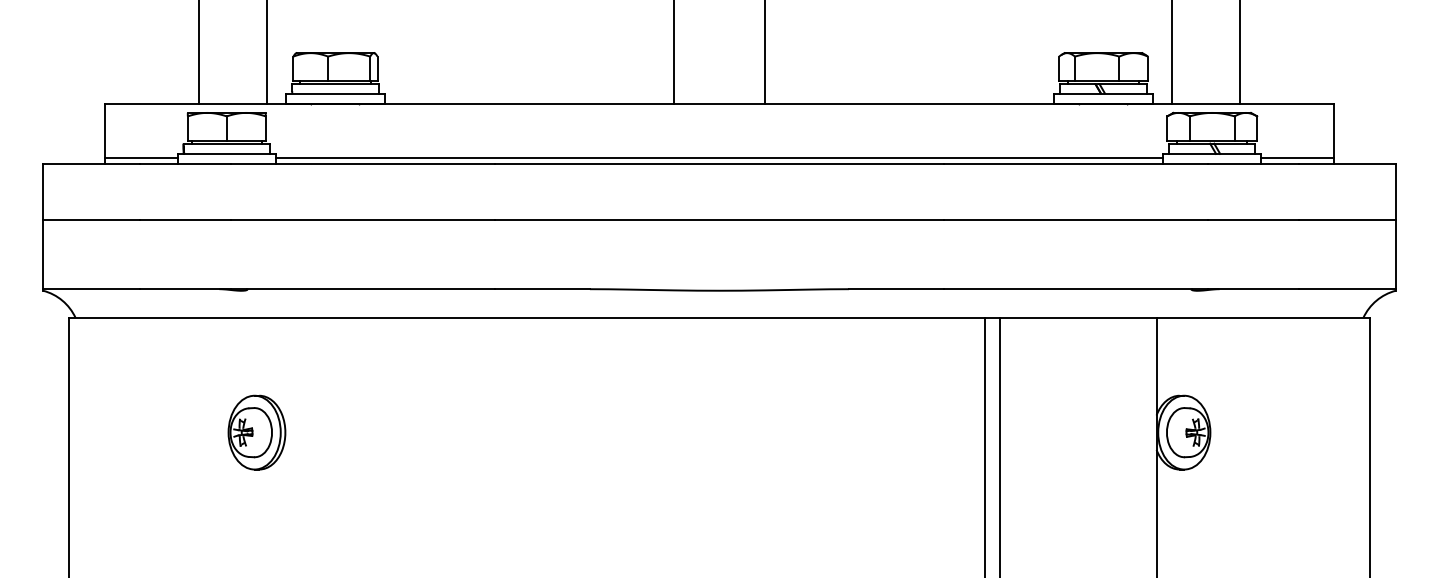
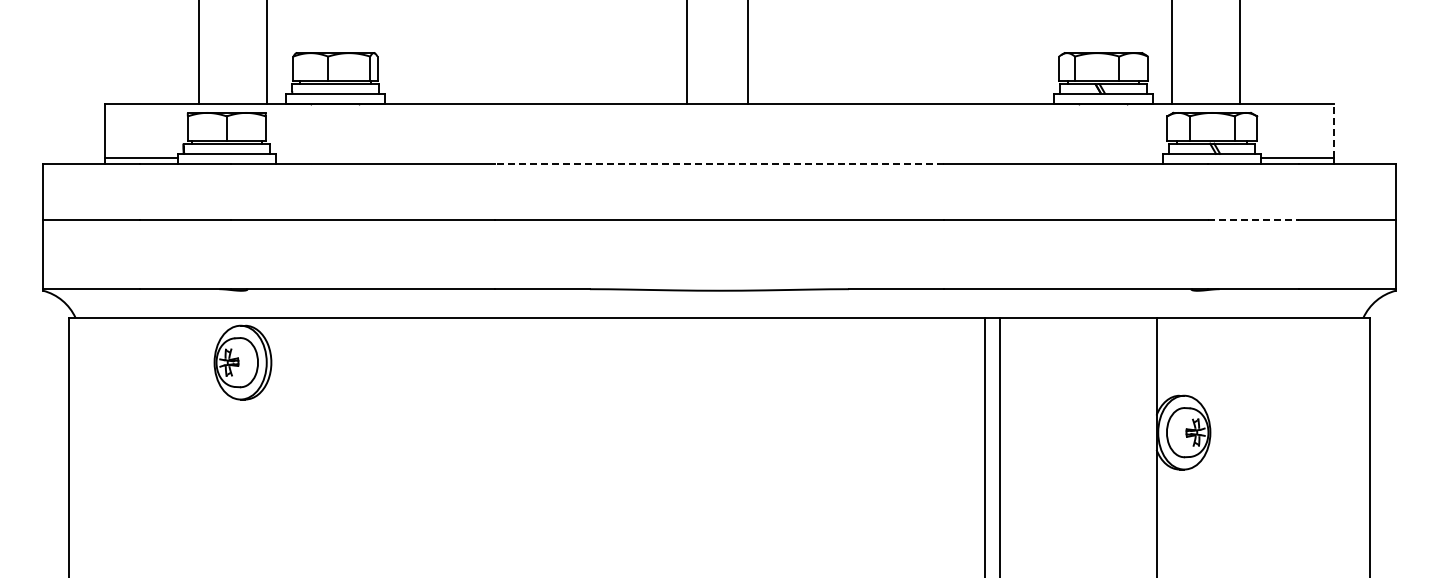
line at (674, 53) position: (674, 53) -> (687, 53)
line at (764, 53) position: (764, 53) -> (747, 53)
line at (1334, 131): solid -> dashed
line at (719, 157): present -> none
line at (719, 164): solid -> dashed
line at (1253, 219): solid -> dashed
part at (256, 432) position: (256, 432) -> (242, 362)
